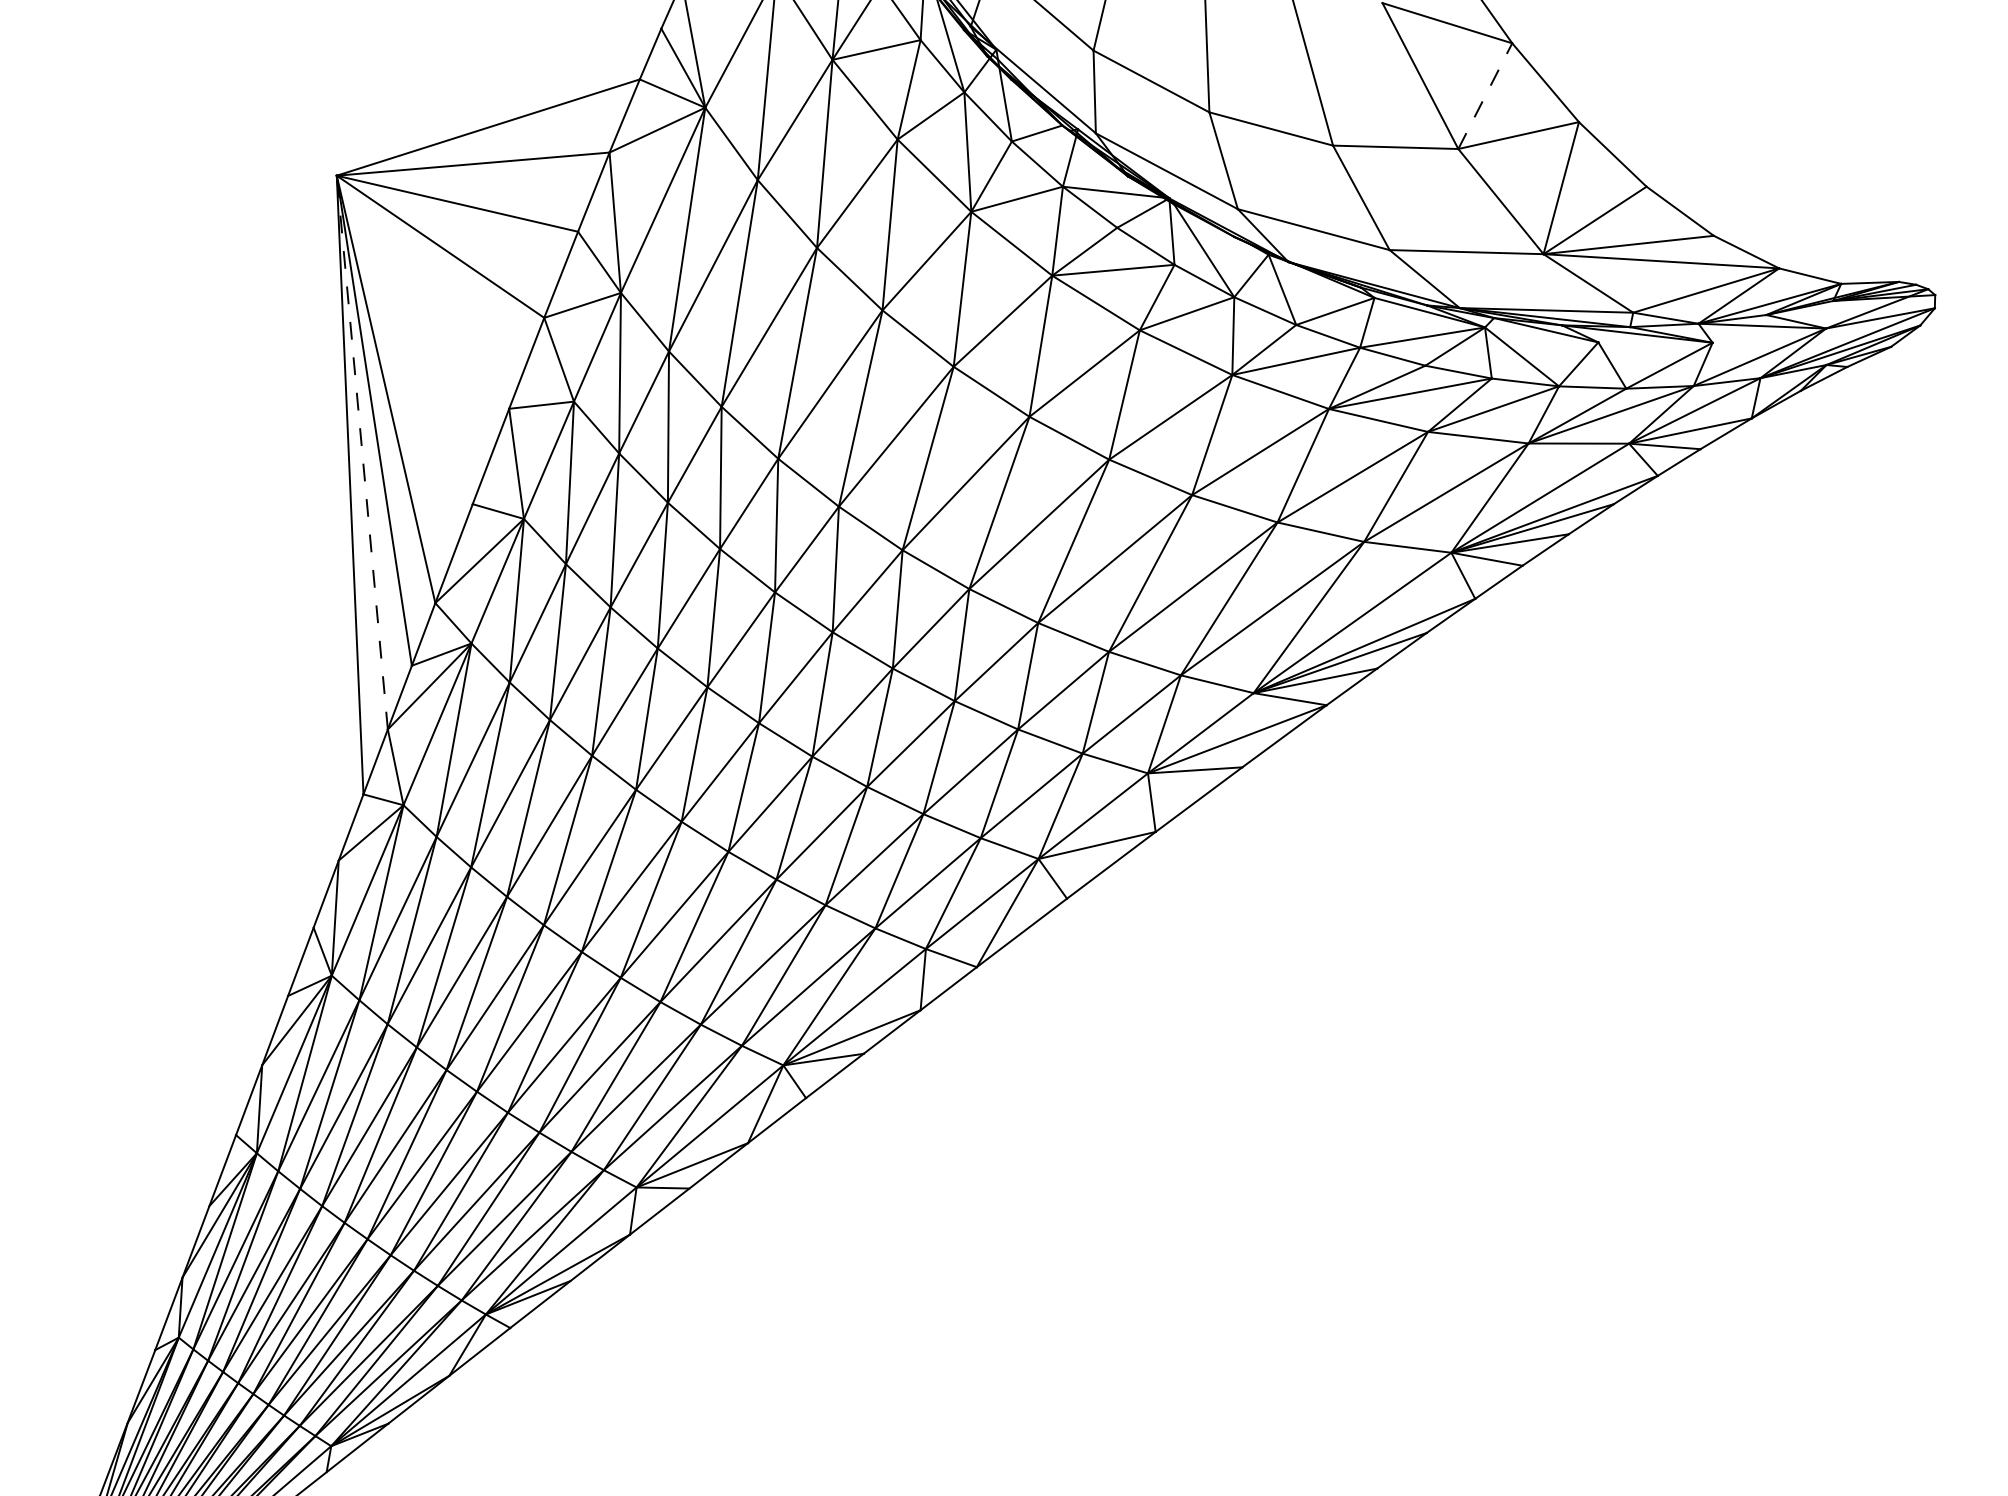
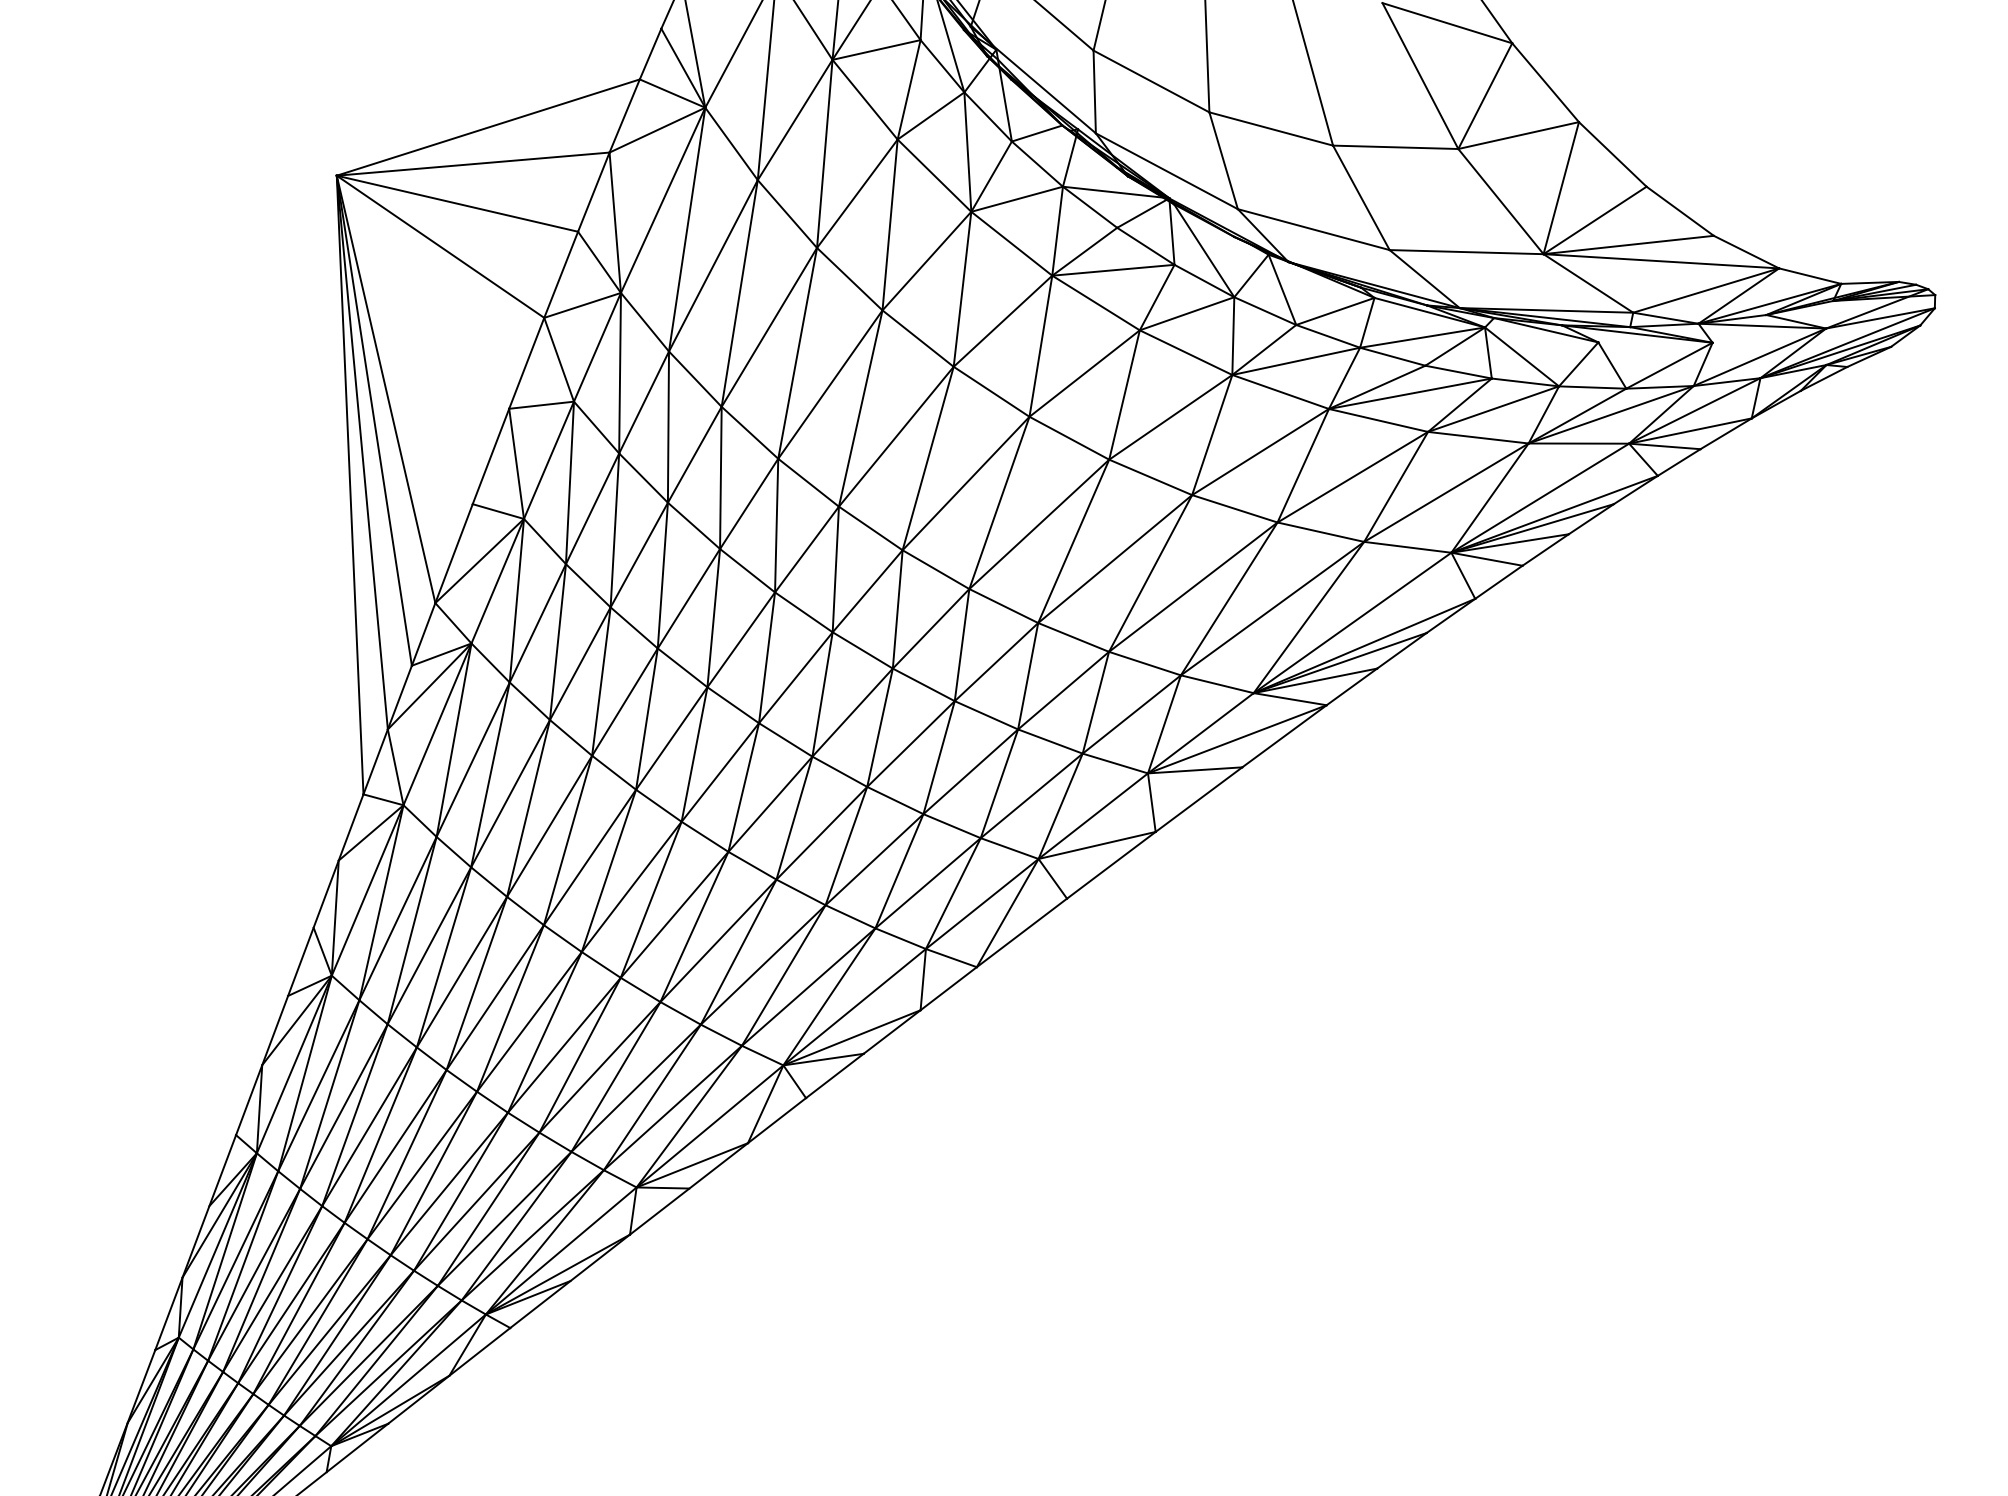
line at (1485, 95): dashed -> solid
line at (362, 452): dashed -> solid
